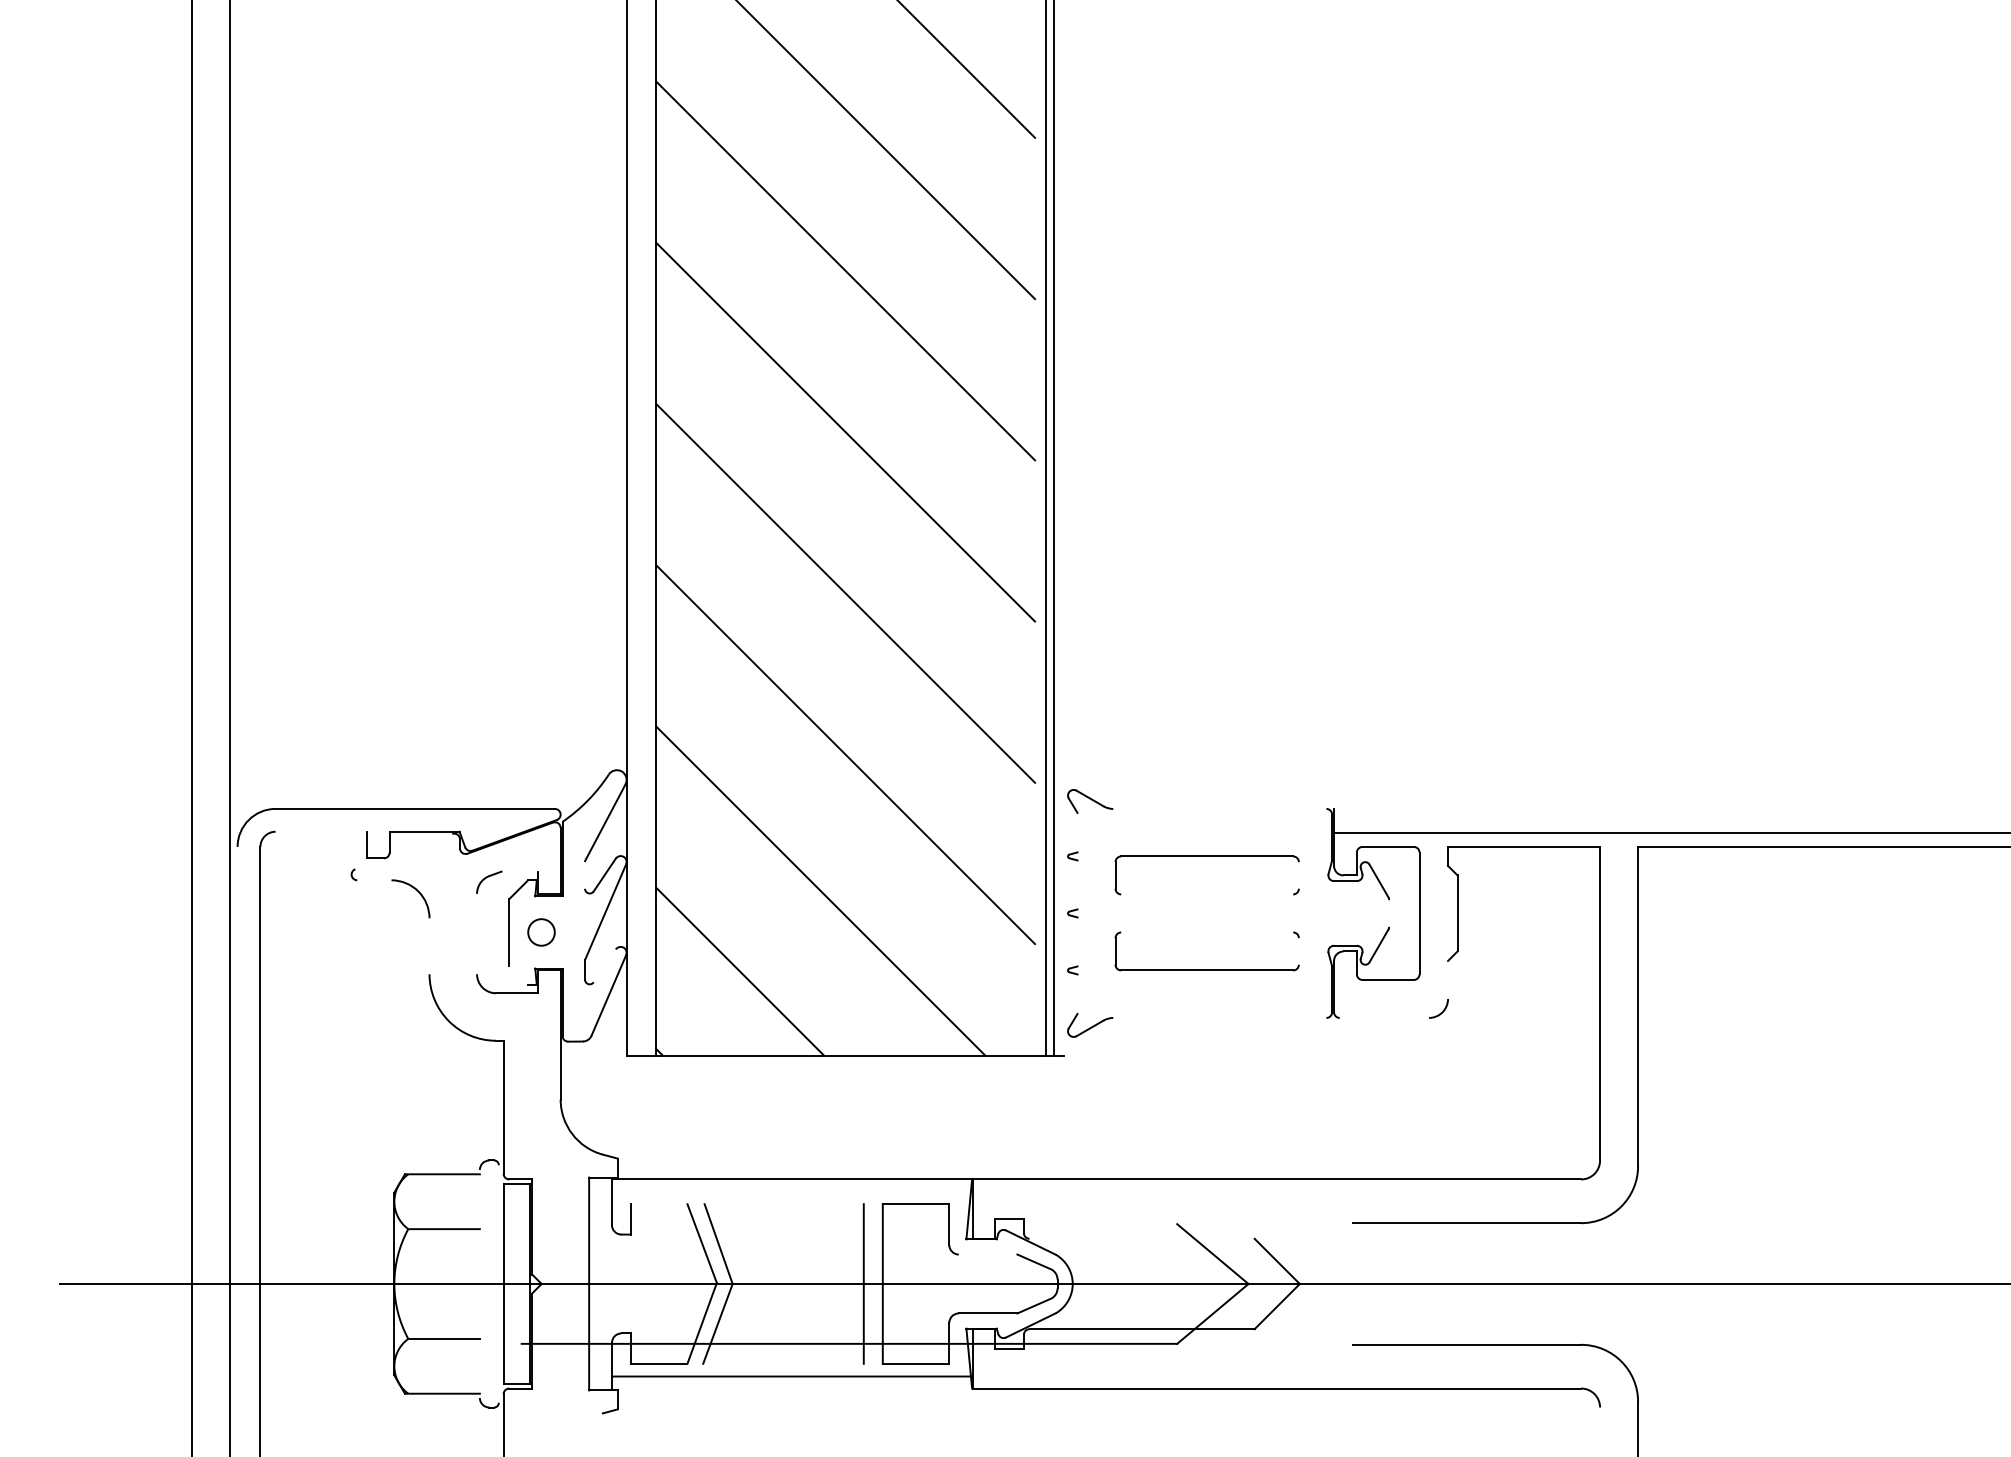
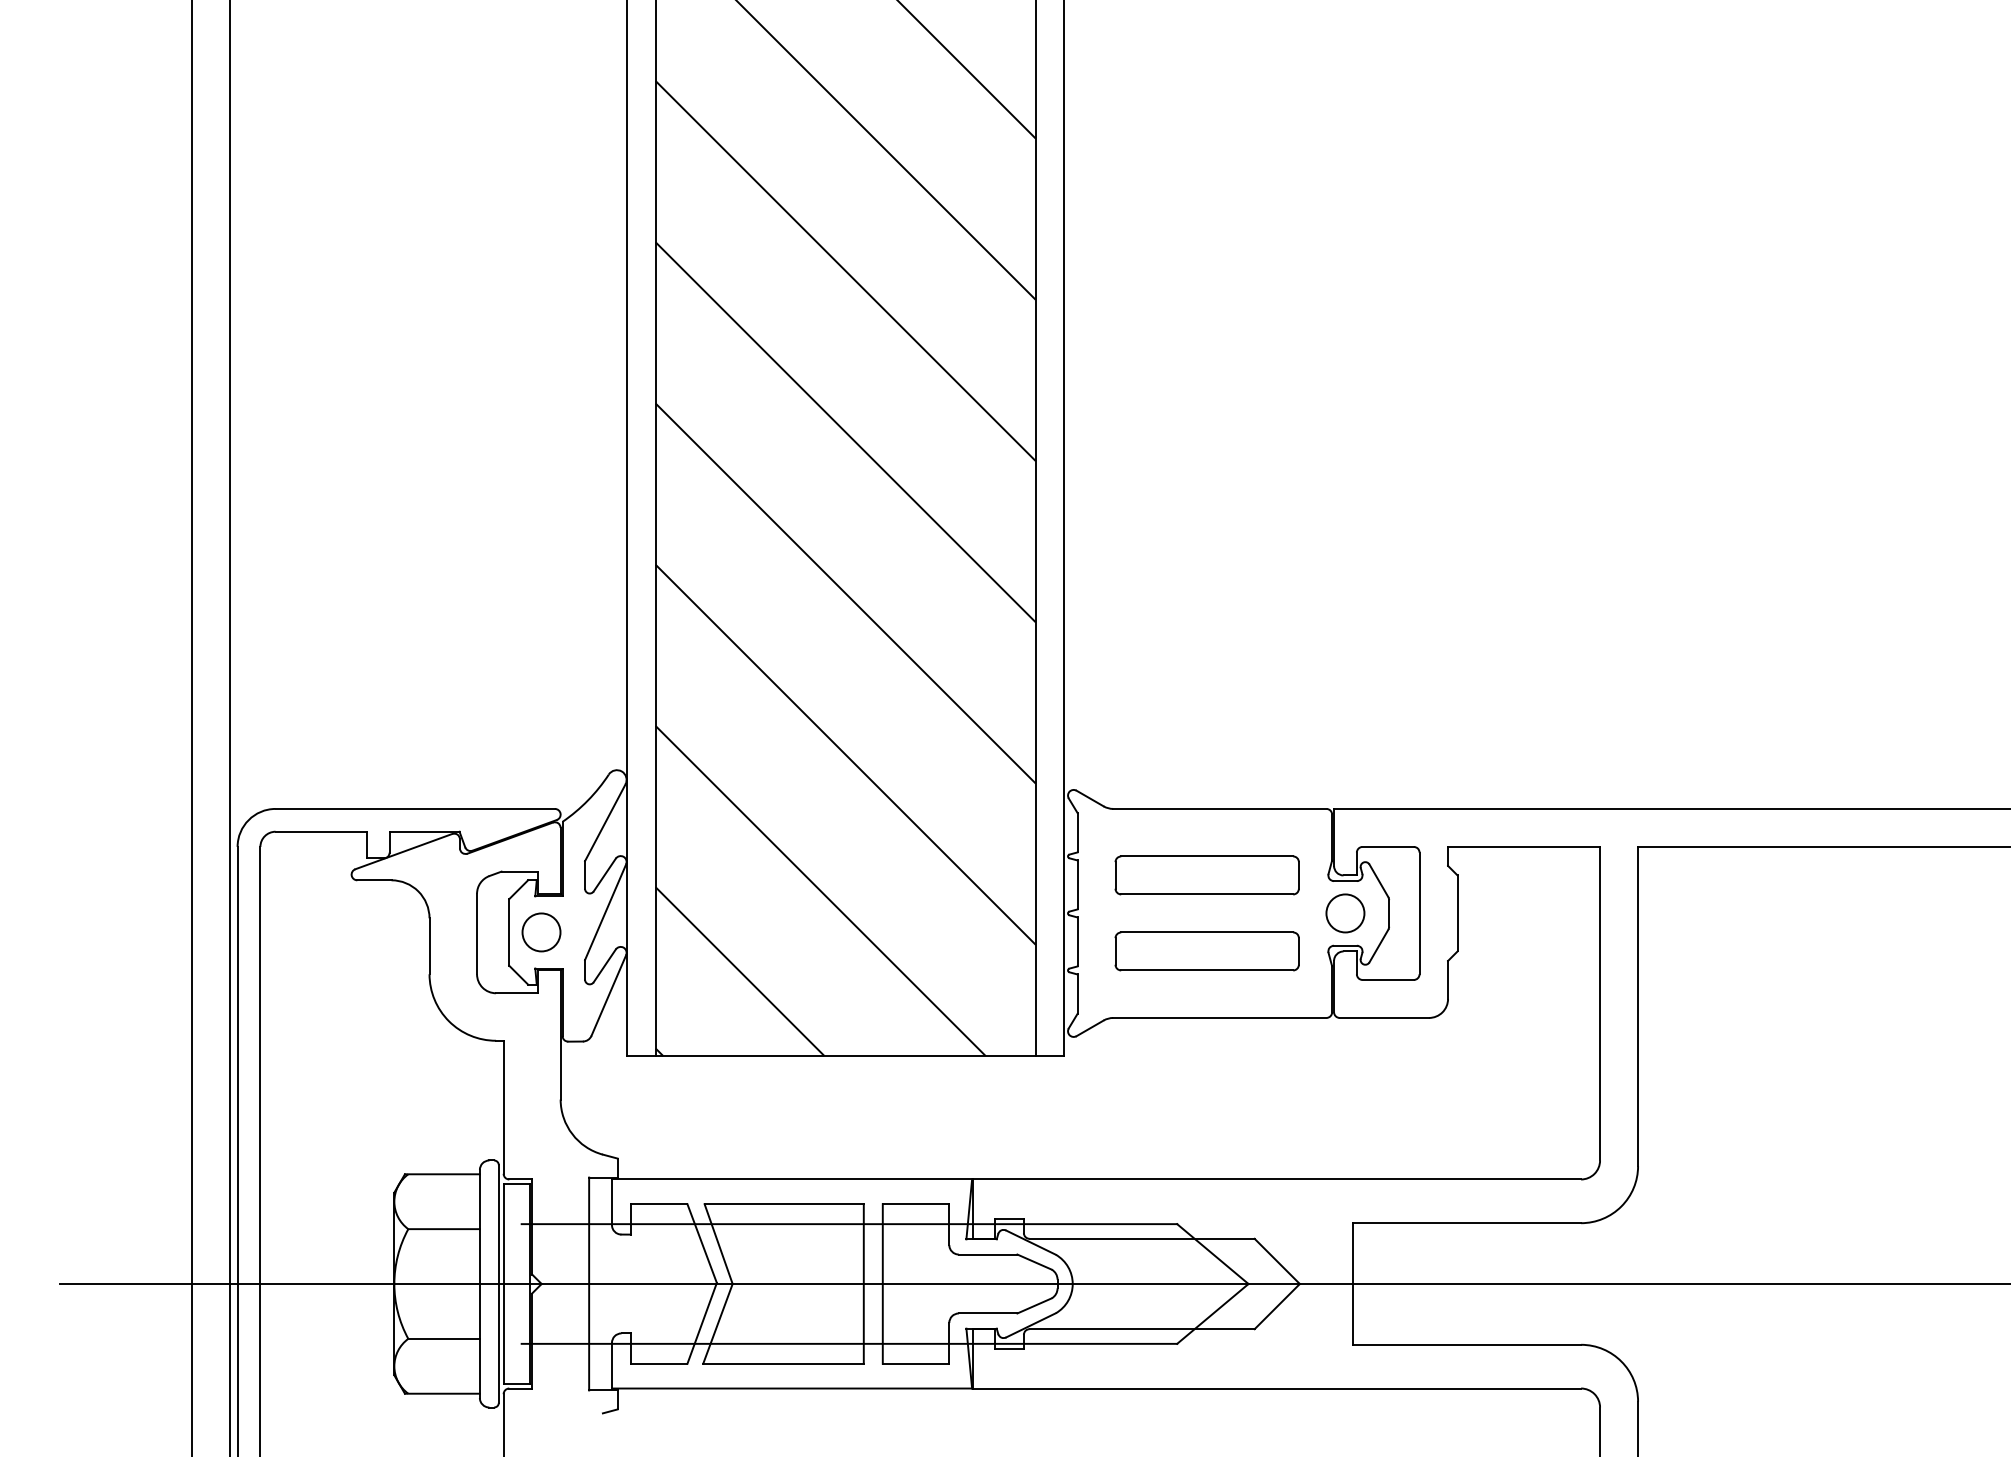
line at (1046, 528) position: (1046, 528) -> (1064, 528)
line at (1053, 528) position: (1053, 528) -> (1035, 528)
line at (1219, 808): none -> present
line at (320, 831): none -> present
line at (1077, 832): none -> present
line at (1670, 832) position: (1670, 832) -> (1670, 808)
line at (403, 851): none -> present
line at (519, 871): none -> present
line at (585, 874): none -> present
line at (1298, 875): none -> present
line at (374, 880): none -> present
line at (1077, 884): none -> present
line at (1207, 894): none -> present
circle at (1345, 913): none -> present
line at (1389, 913): none -> present
circle at (541, 932) size: 29x29 px -> 41x41 px
line at (1207, 932): none -> present
line at (477, 933): none -> present
line at (1077, 941): none -> present
line at (429, 946): none -> present
line at (1298, 951): none -> present
line at (604, 965): none -> present
line at (518, 974): none -> present
line at (1448, 979): none -> present
line at (1077, 993): none -> present
line at (1219, 1017): none -> present
line at (1384, 1017): none -> present
line at (237, 1149): none -> present
line at (658, 1204): none -> present
line at (783, 1204): none -> present
line at (849, 1224): none -> present
line at (1141, 1238): none -> present
line at (987, 1254): none -> present
line at (479, 1283): none -> present
line at (498, 1283): none -> present
line at (1353, 1283): none -> present
line at (783, 1363): none -> present
line at (791, 1376) position: (791, 1376) -> (791, 1388)
line at (1600, 1430): none -> present
